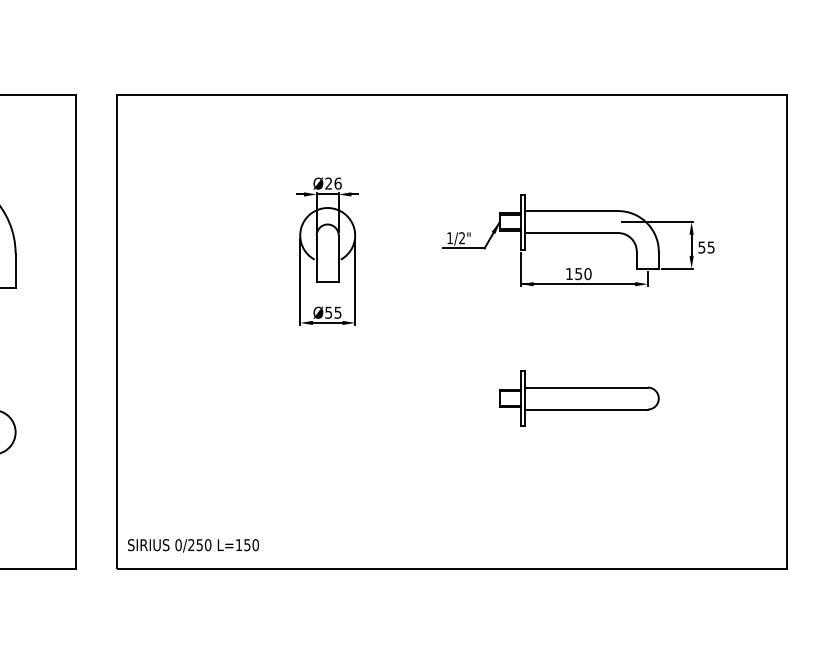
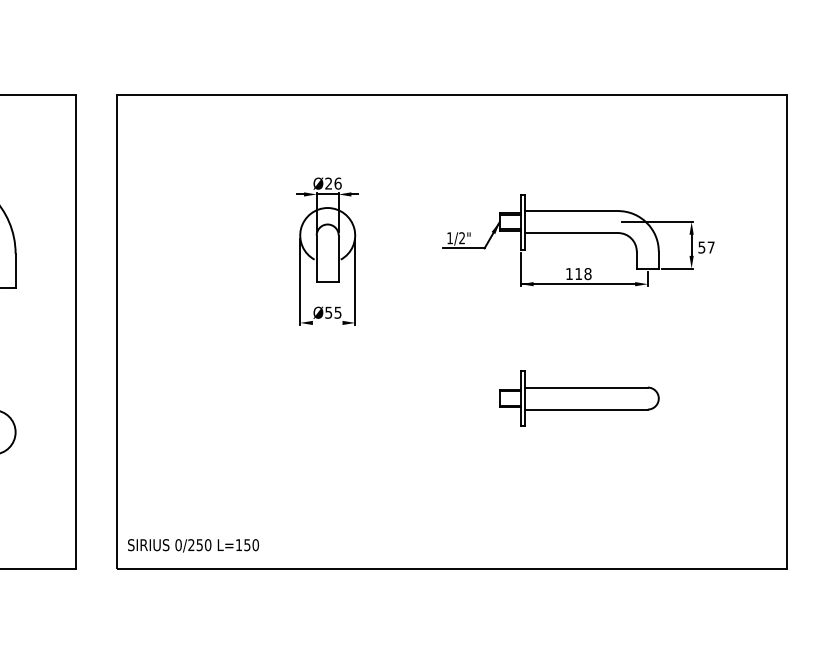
text at (710, 247): 55 -> 57
text at (583, 274): 150 -> 118
line at (327, 322): present -> none
